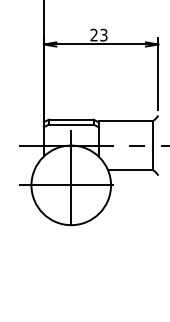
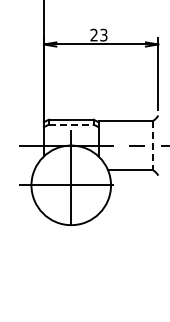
line at (71, 124): solid -> dashed
line at (153, 145): solid -> dashed
